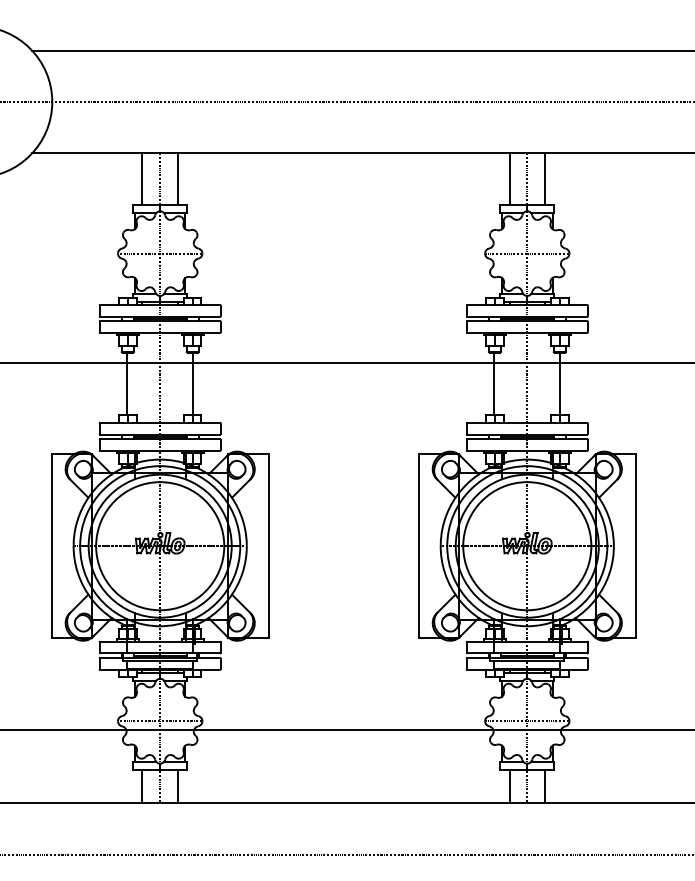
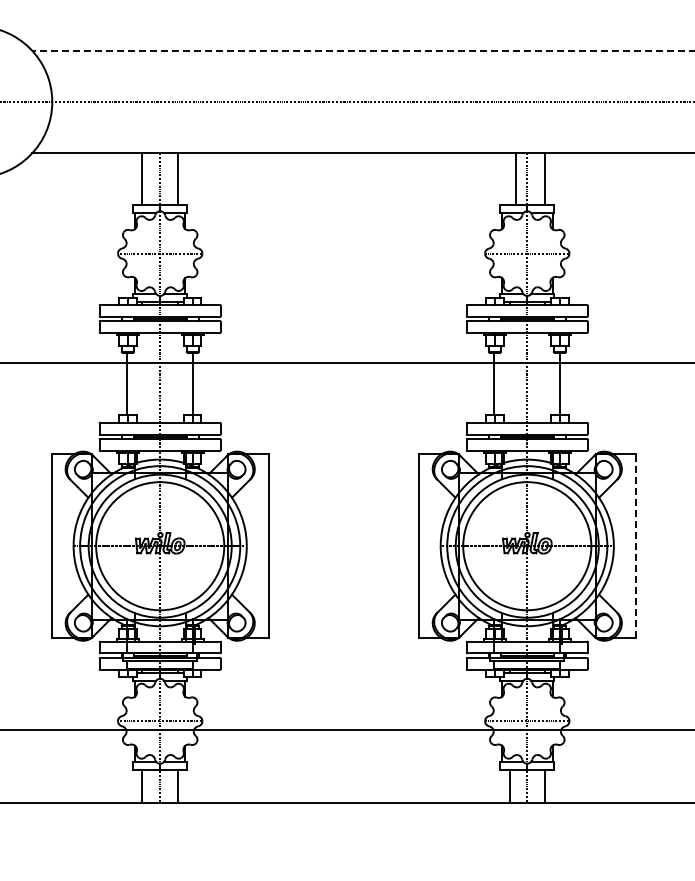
line at (363, 50): solid -> dashed
line at (509, 178) position: (509, 178) -> (515, 178)
line at (635, 546): solid -> dashed
line at (346, 854): present -> none
